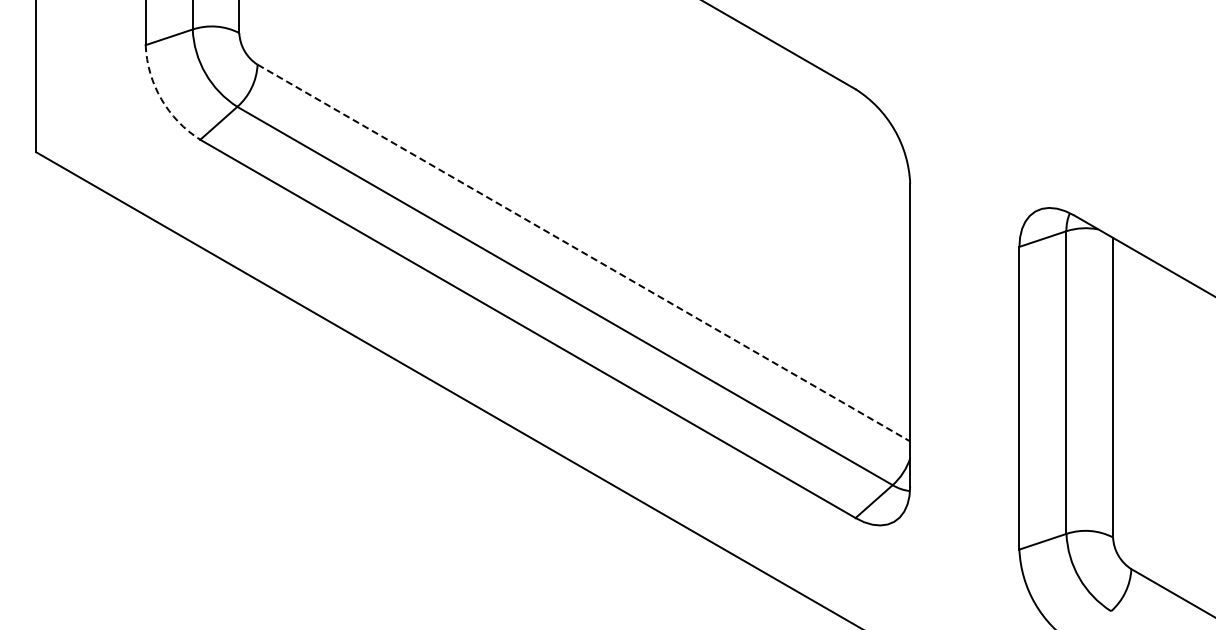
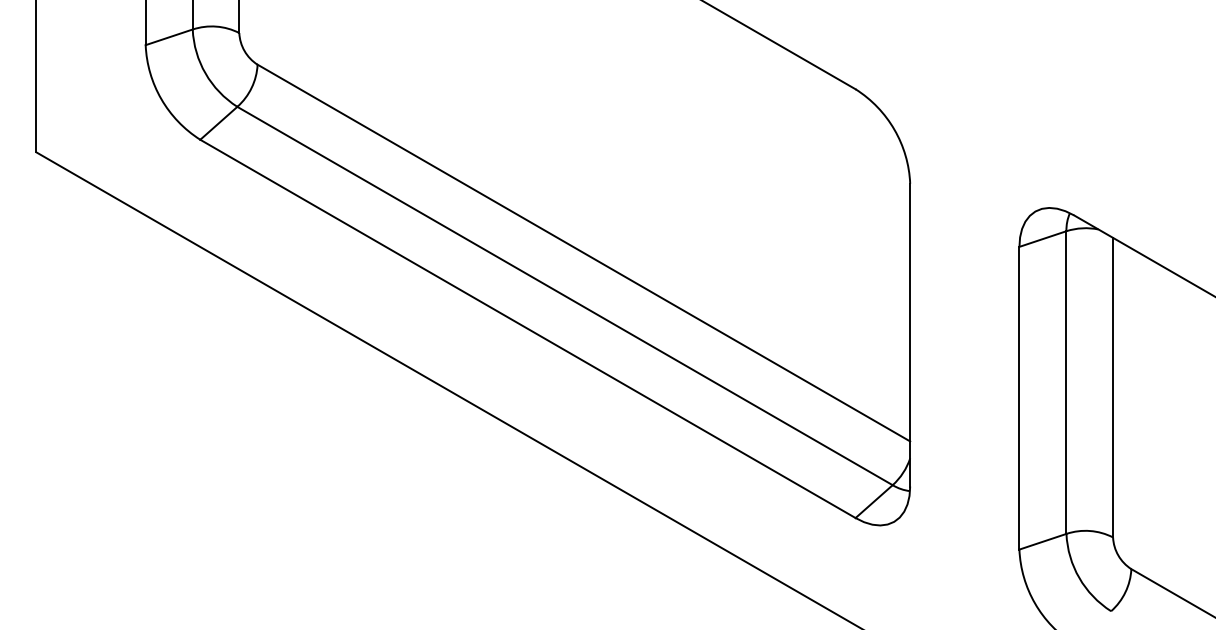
arc at (161, 99): dashed -> solid
line at (583, 253): dashed -> solid
